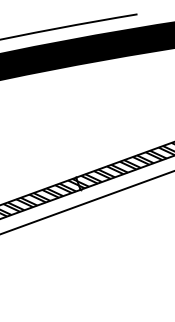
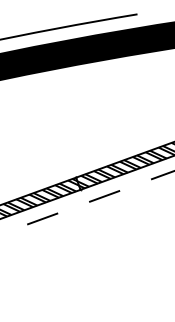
line at (87, 202): solid -> dashed
